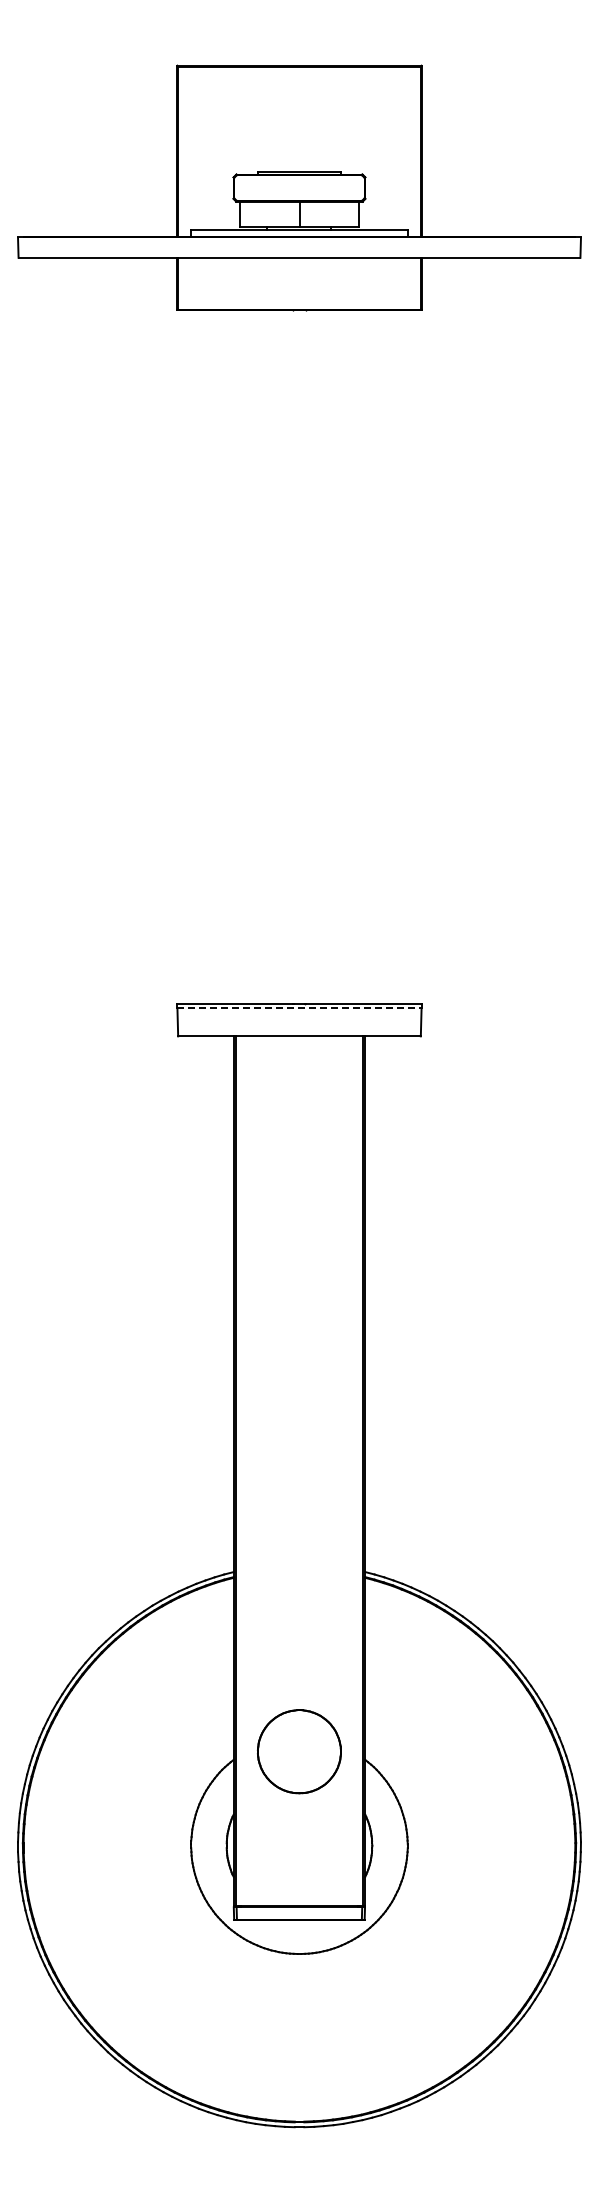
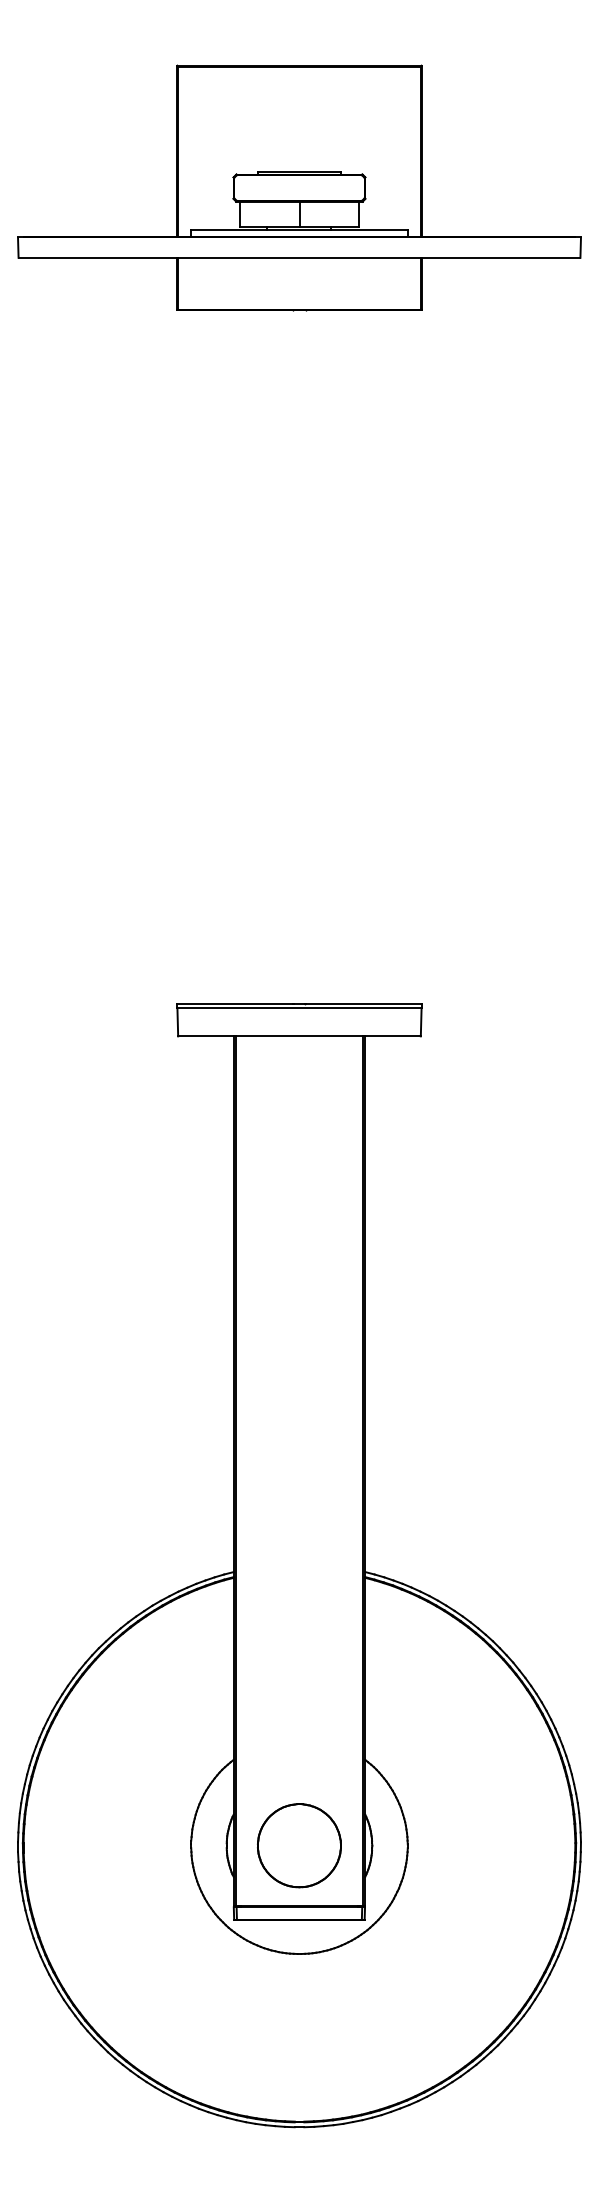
line at (300, 1008): dashed -> solid
part at (299, 1751) position: (299, 1751) -> (299, 1845)
